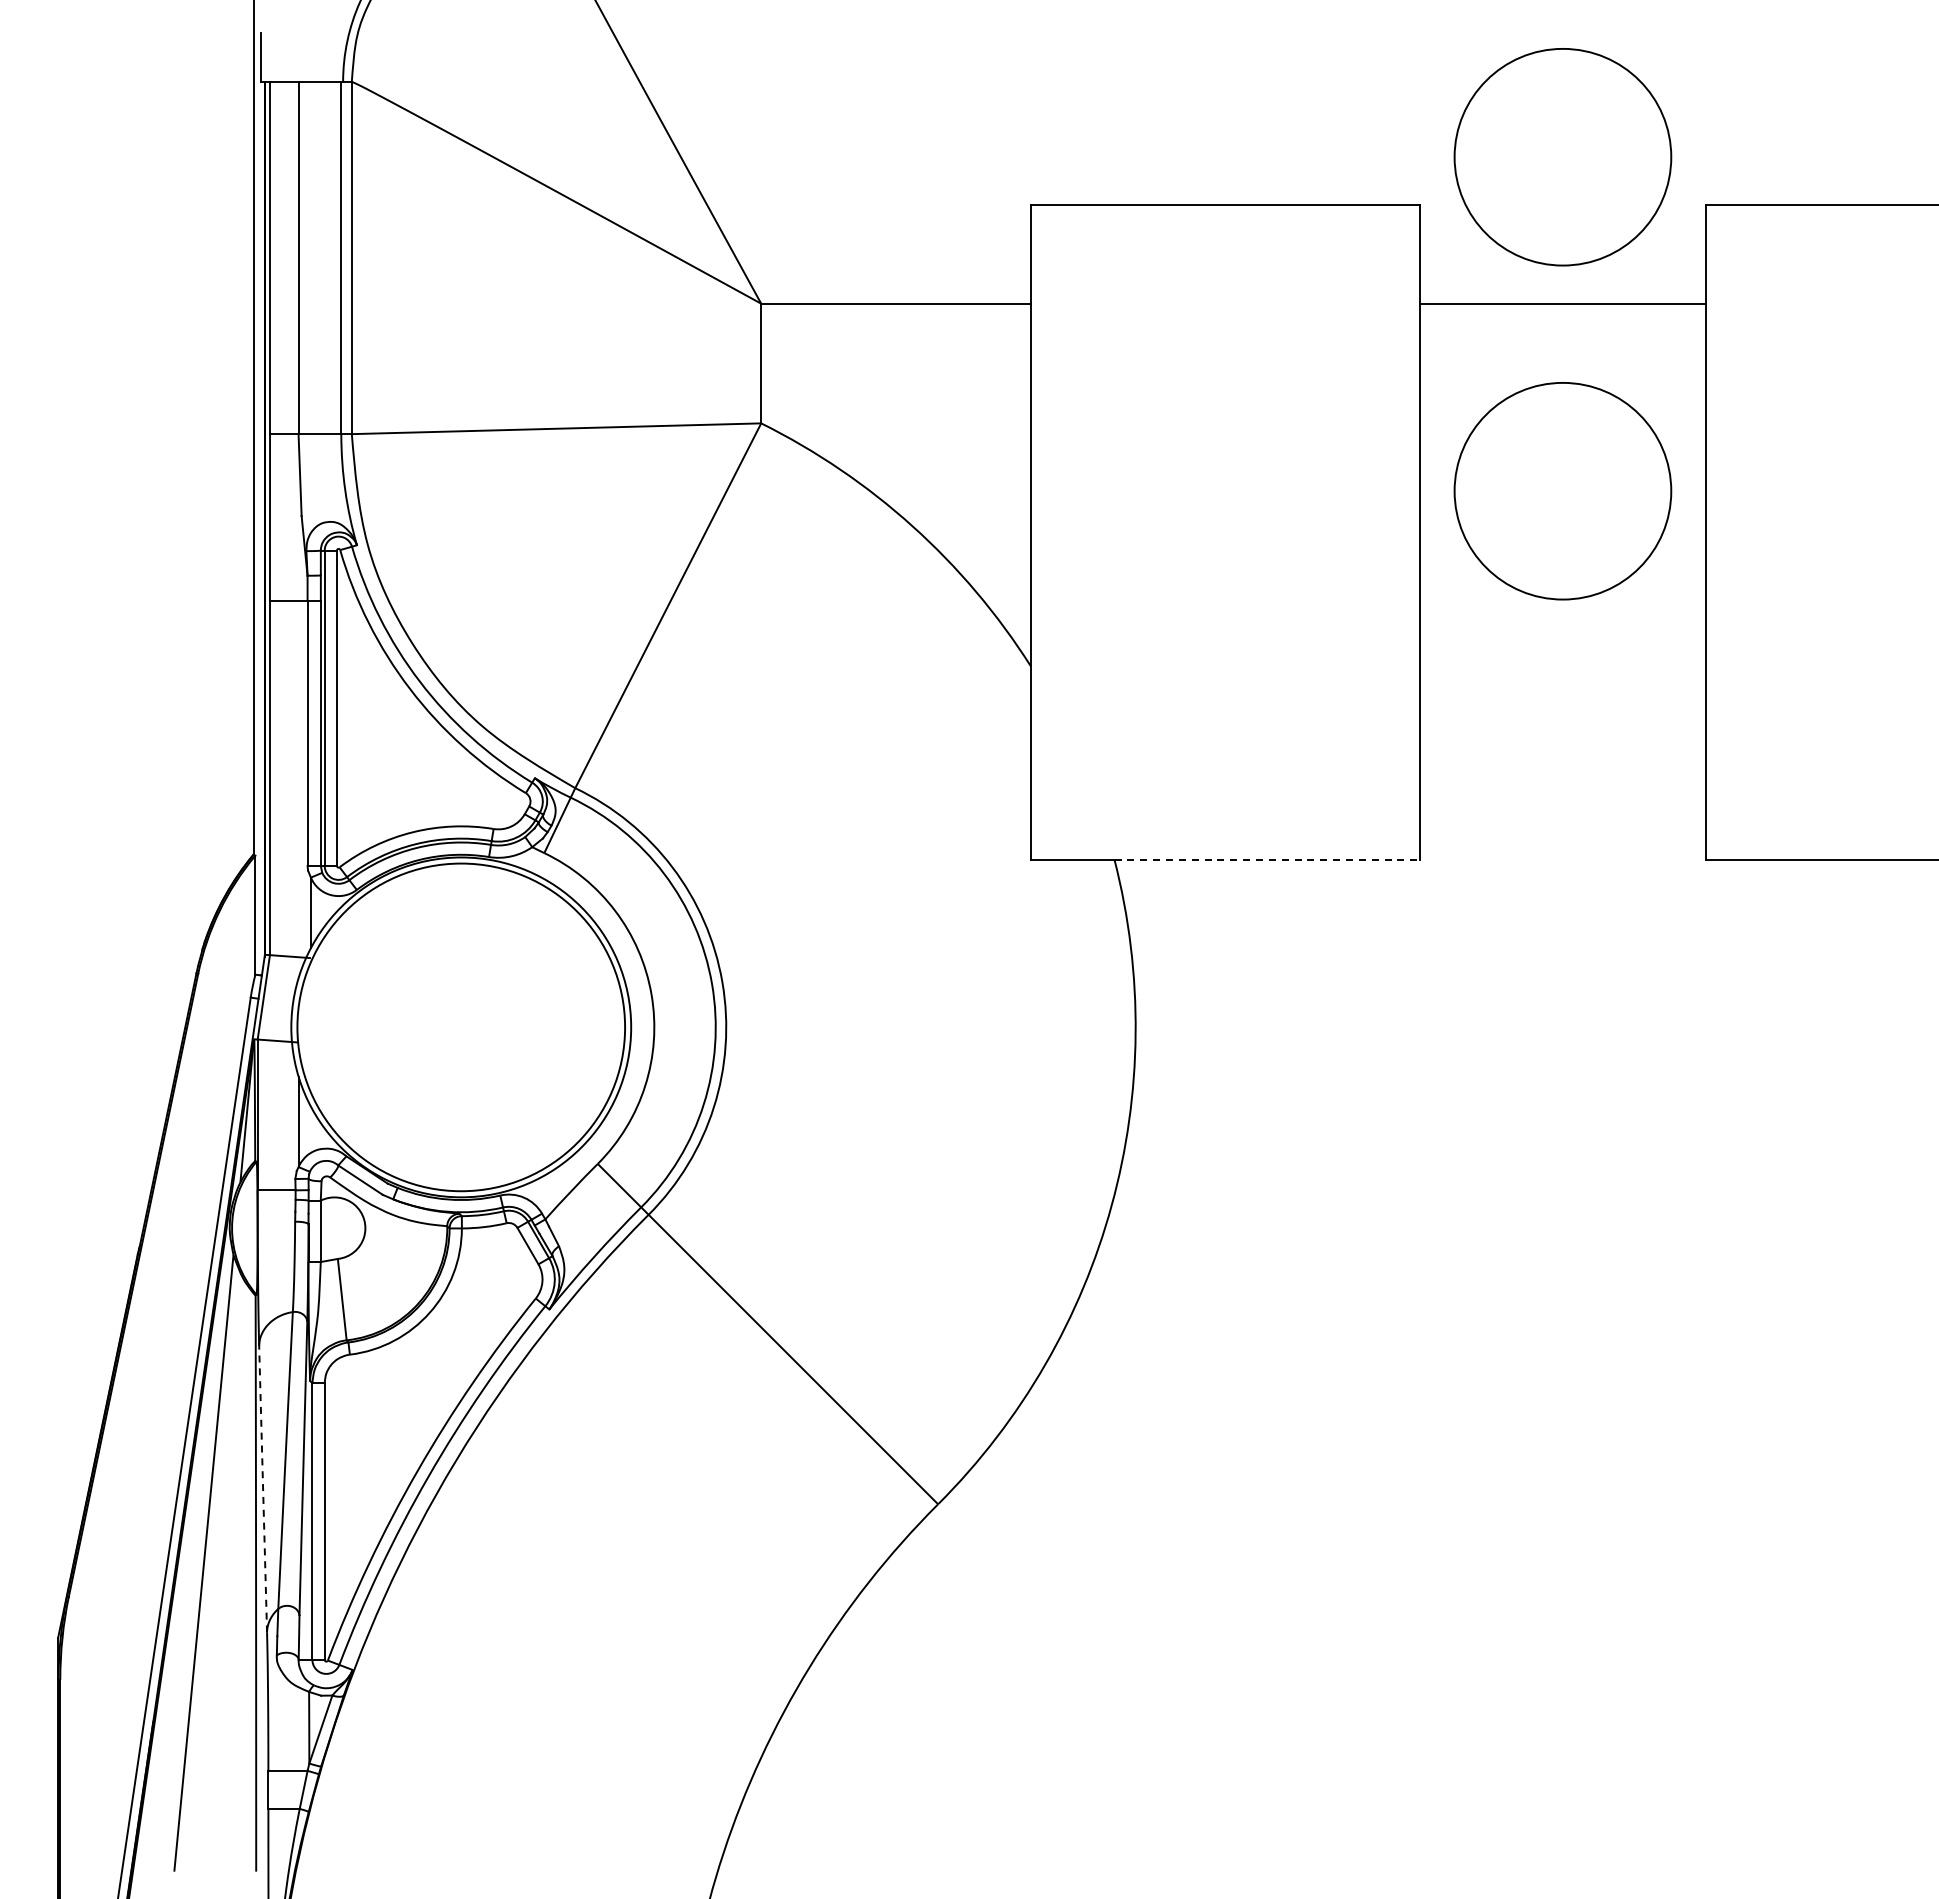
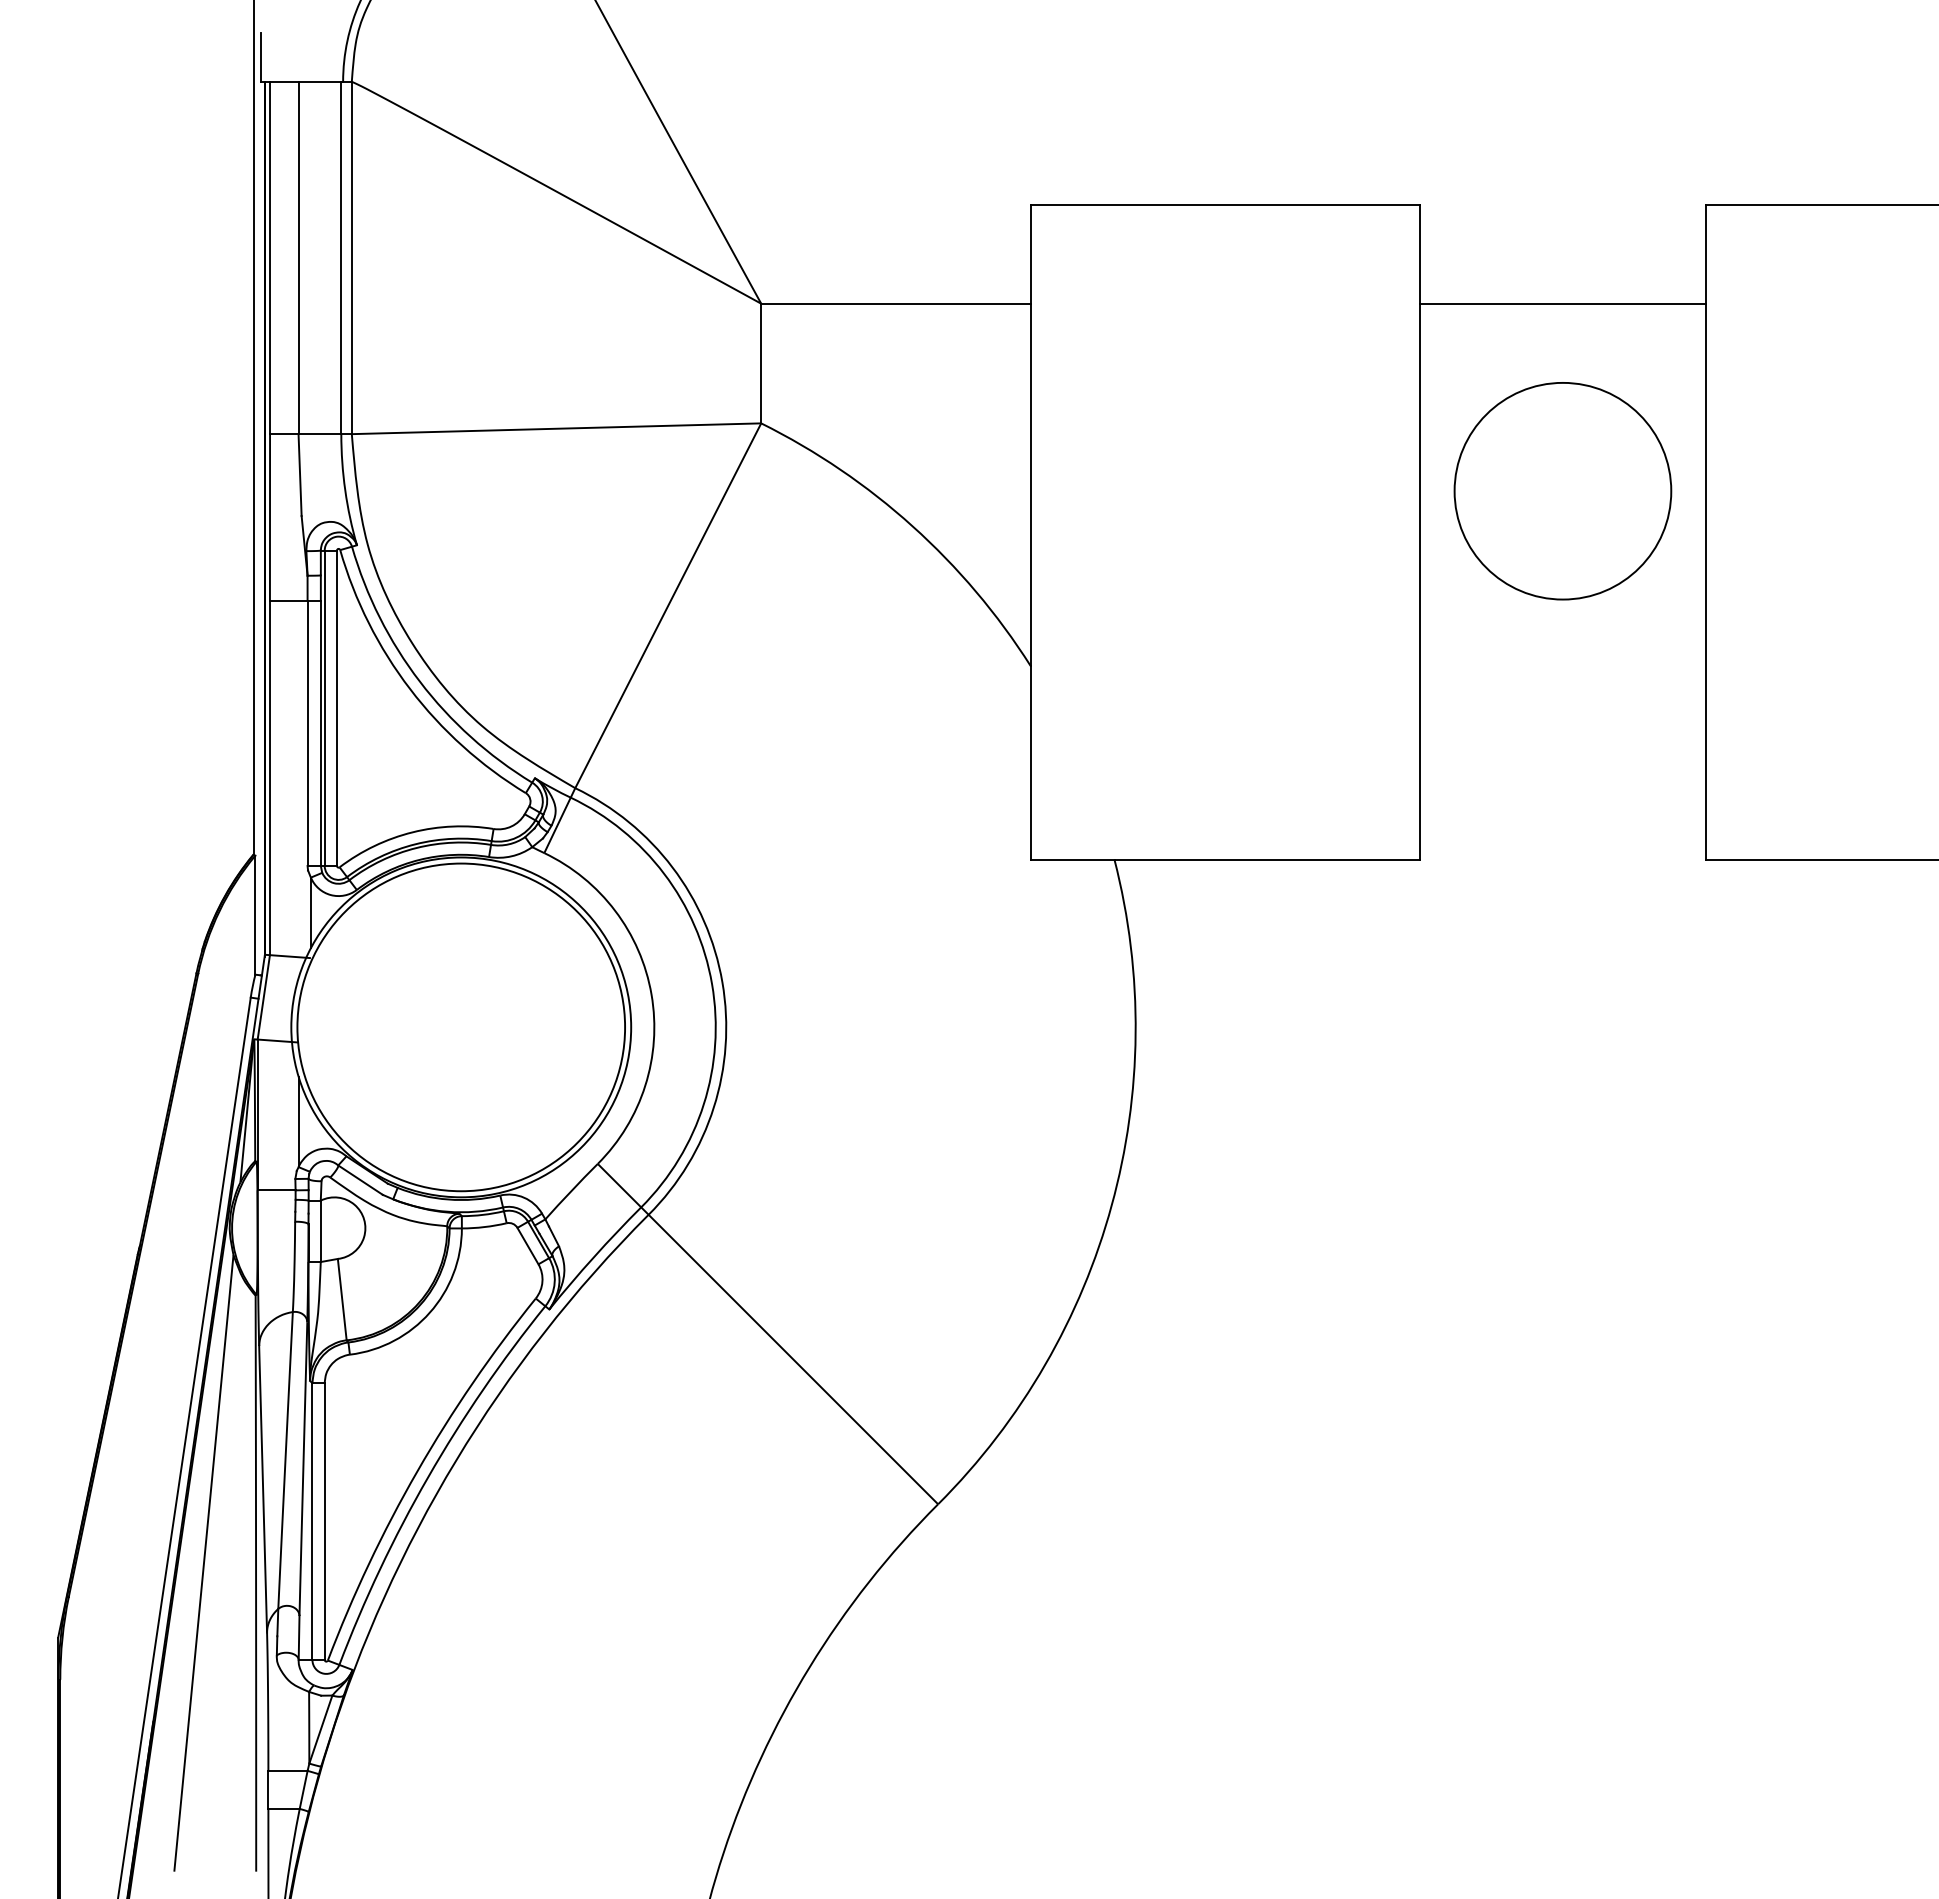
circle at (1562, 157): present -> none
line at (1267, 859): dashed -> solid
line at (263, 1488): dashed -> solid
